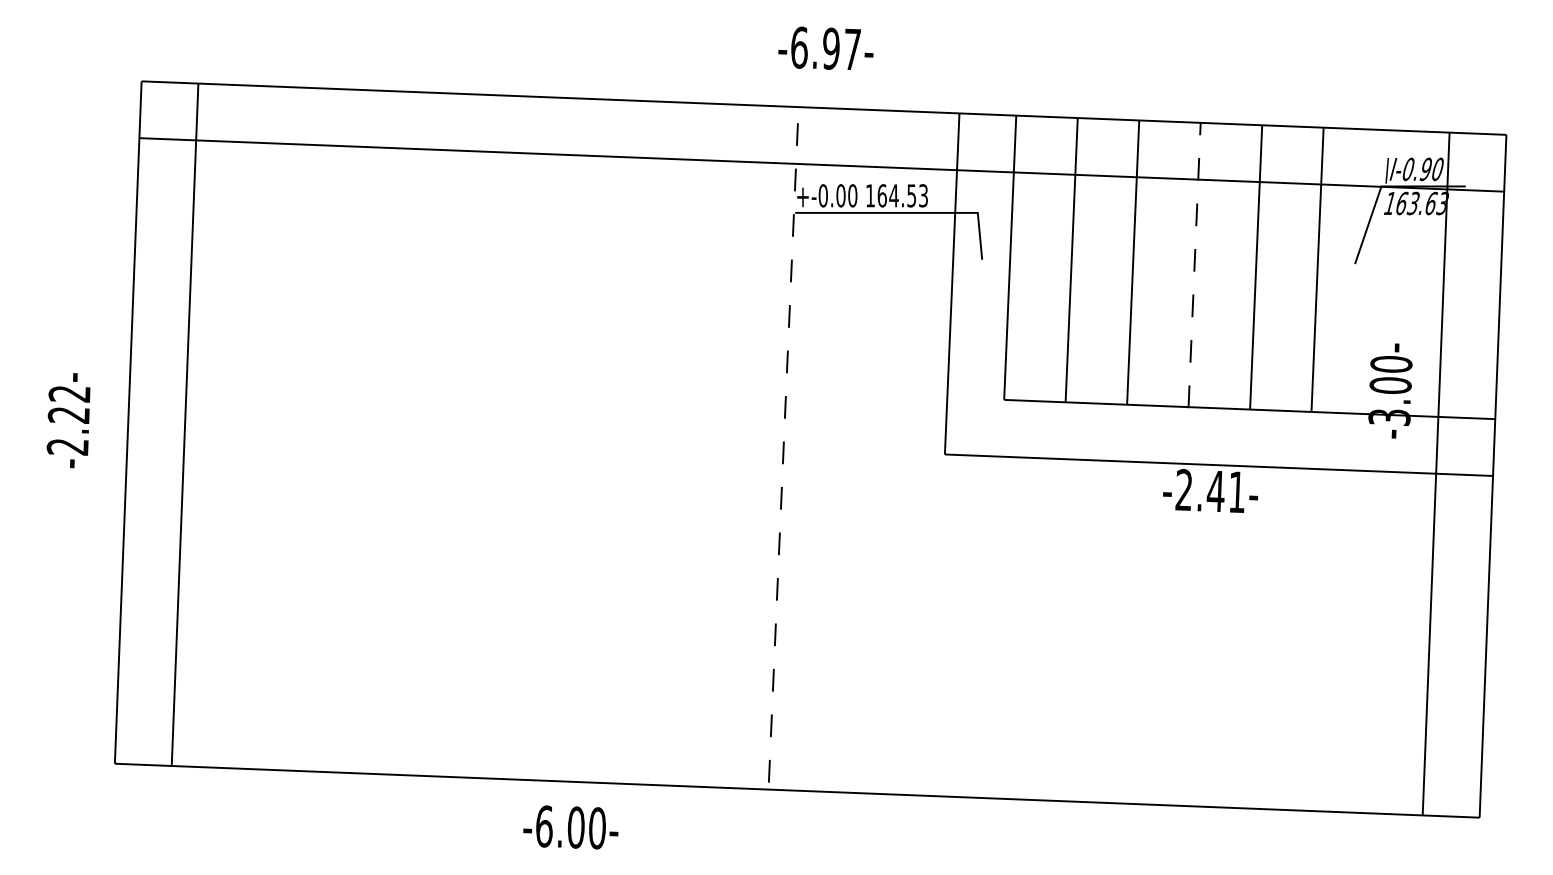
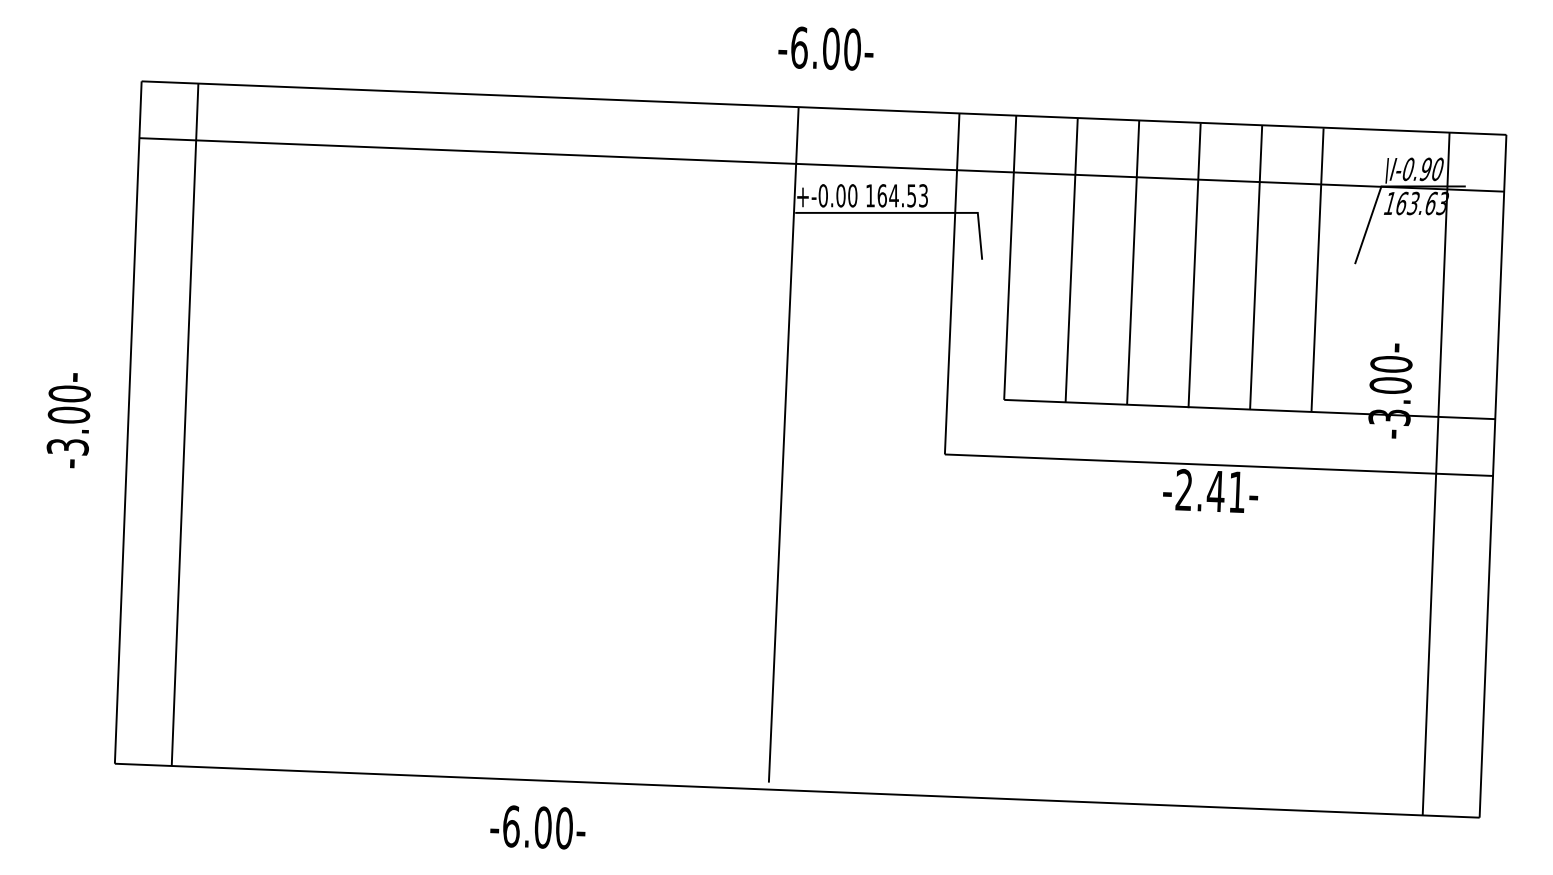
text at (841, 48): -6.97- -> -6.00-
line at (1194, 265): dashed -> solid
text at (68, 420): -2.22- -> -3.00-
line at (783, 444): dashed -> solid
text at (570, 827) position: (570, 827) -> (537, 827)
